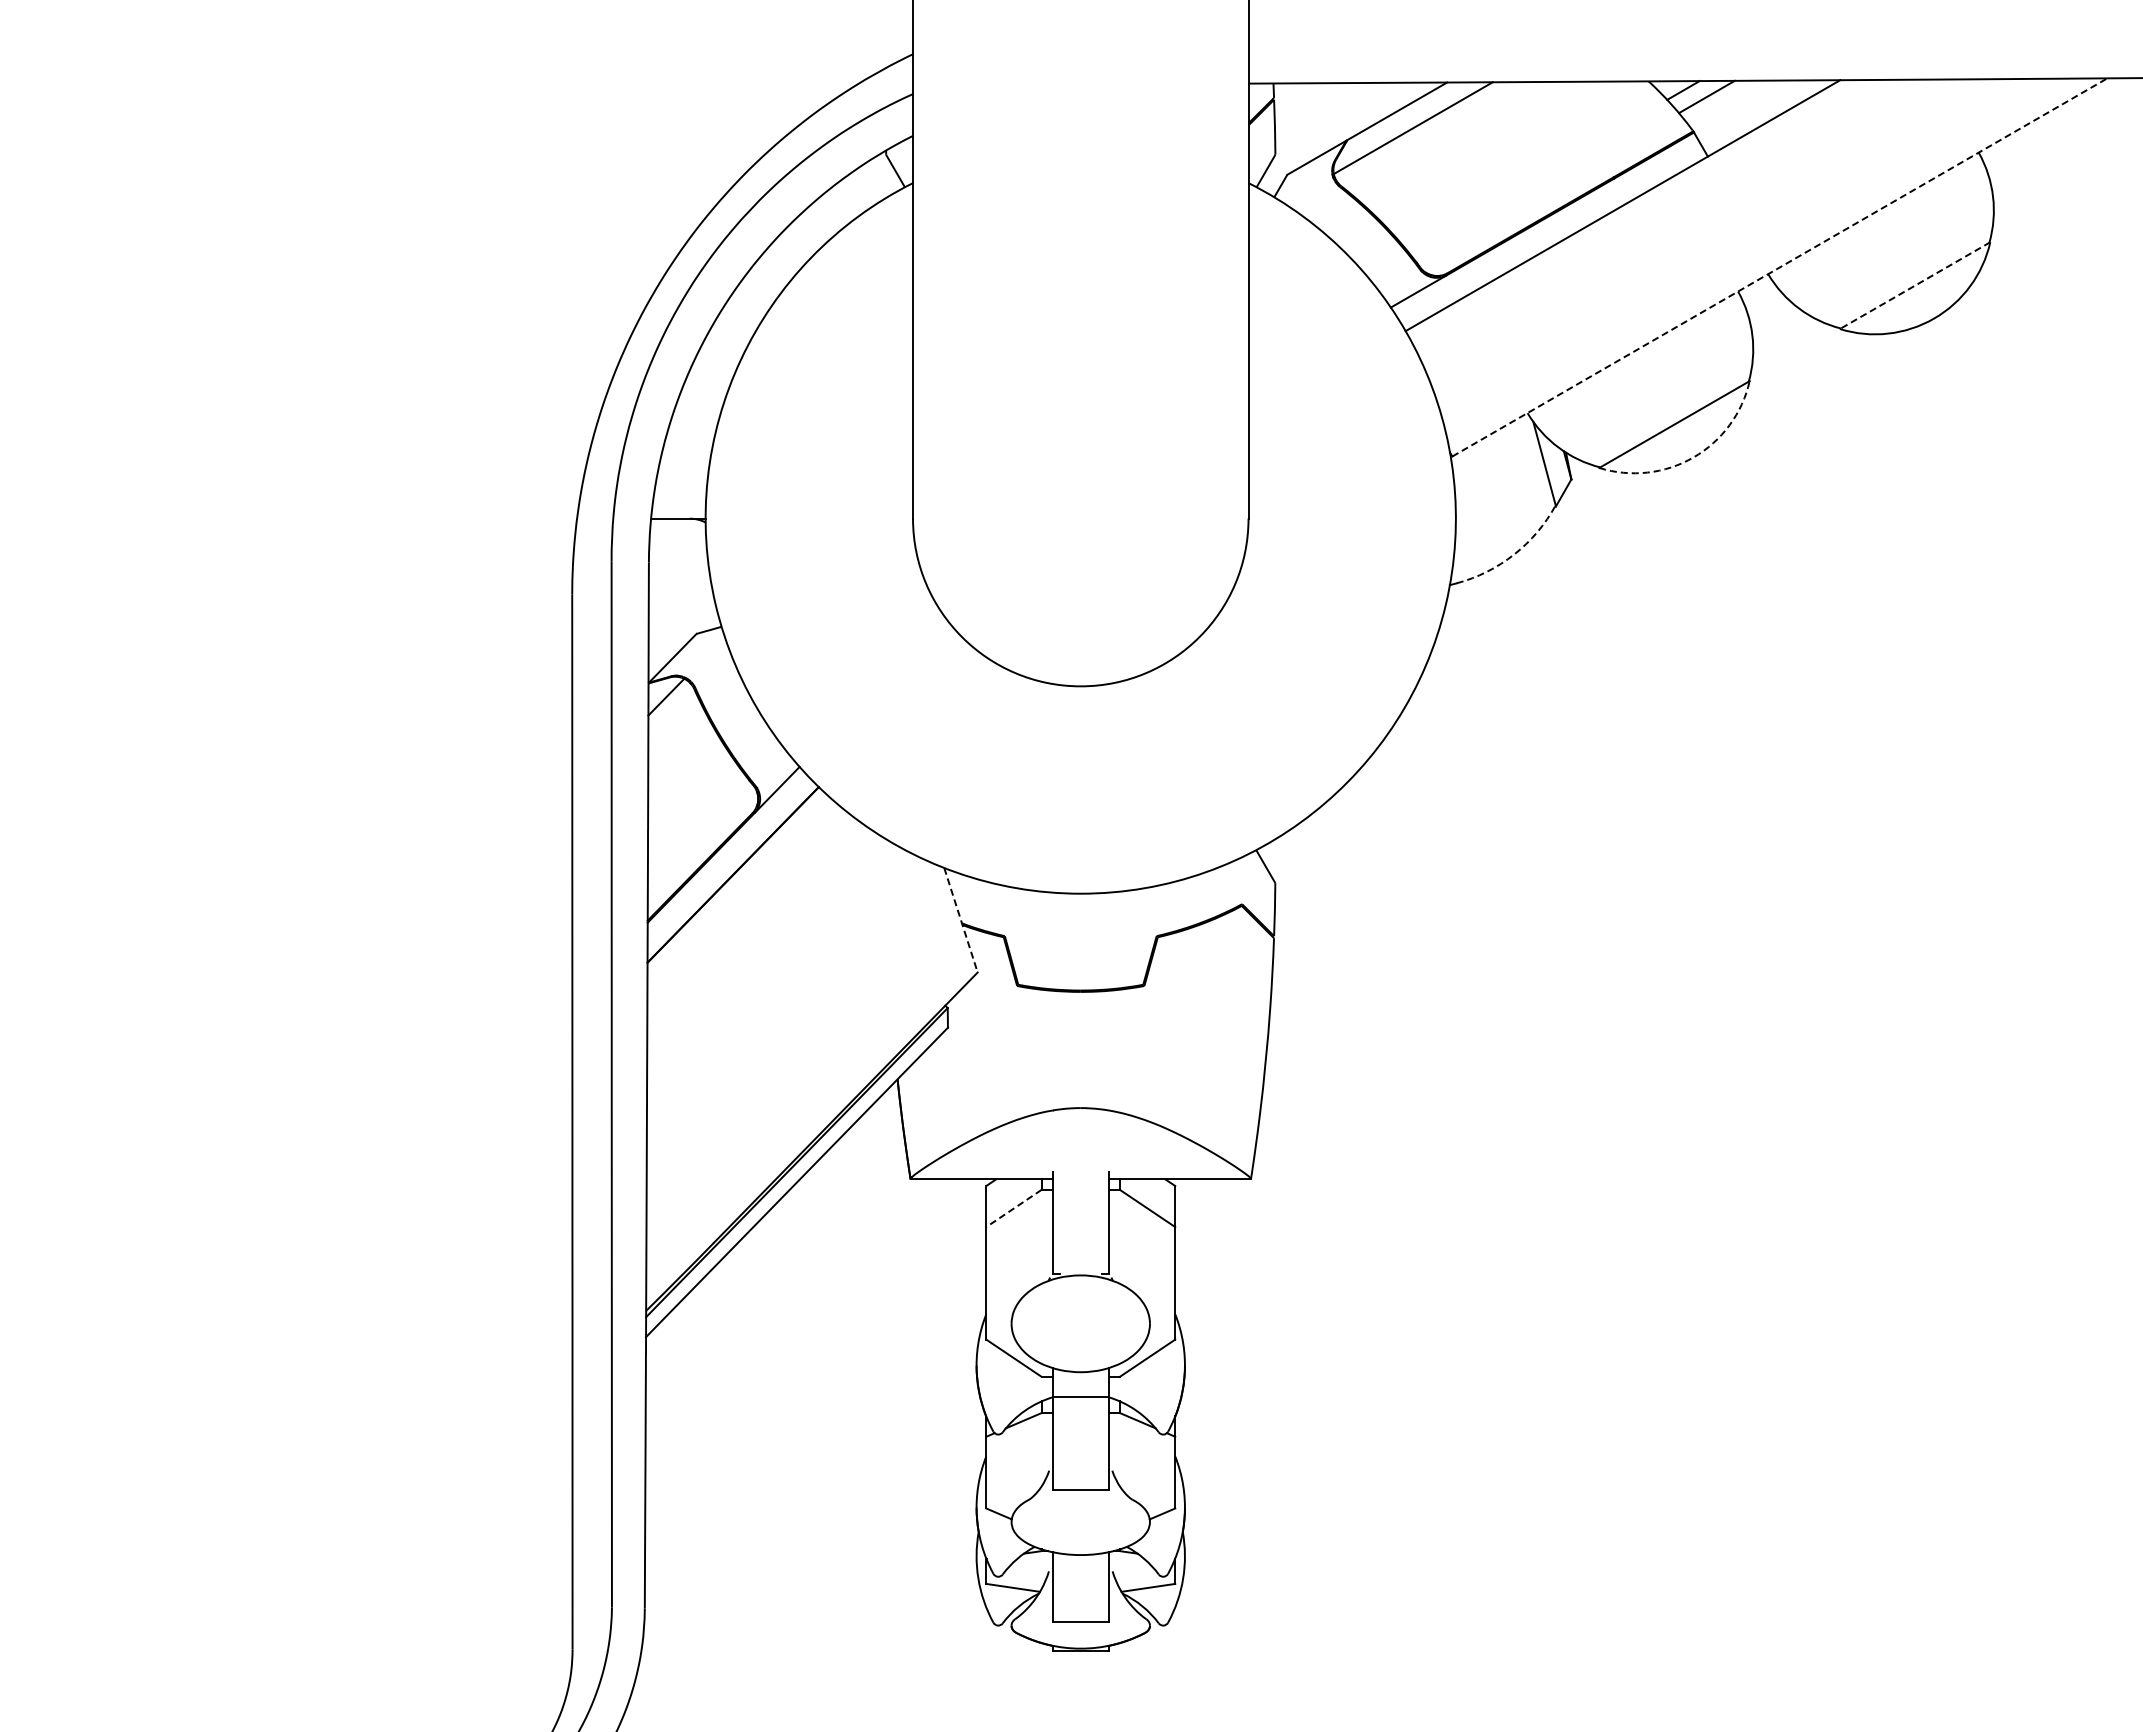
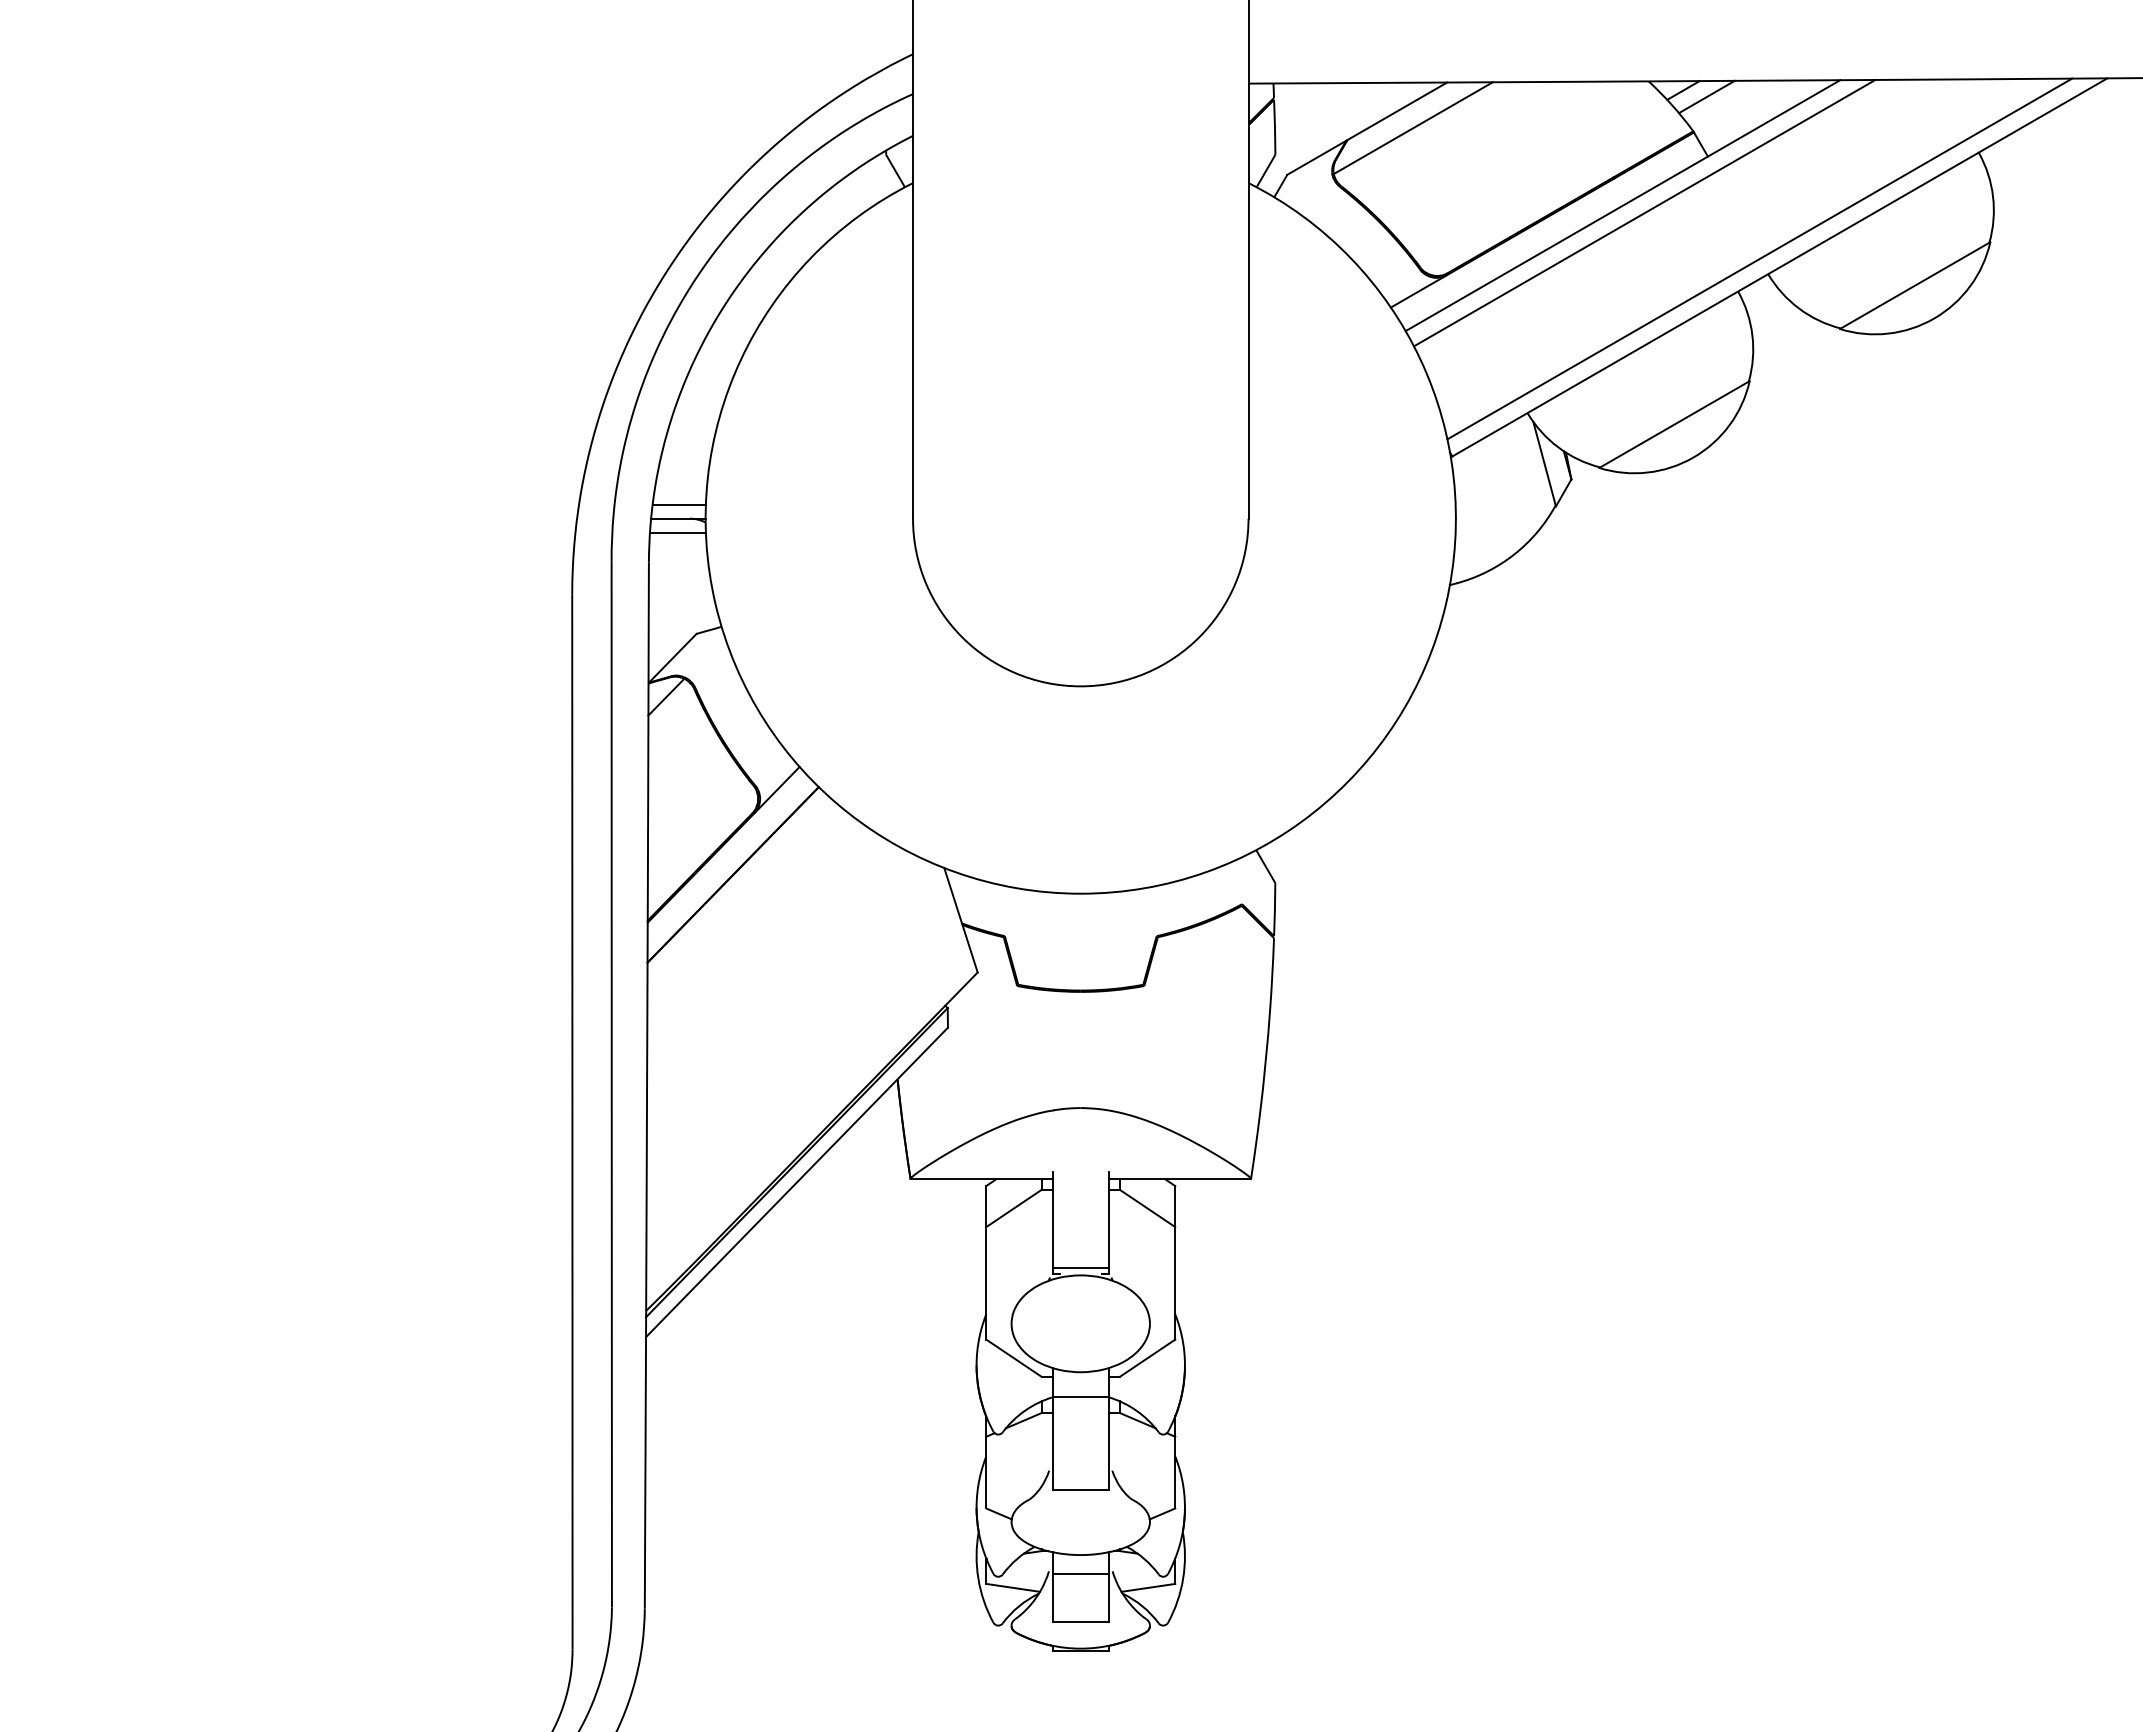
line at (1644, 213): none -> present
line at (1759, 258): none -> present
line at (1780, 267): dashed -> solid
line at (1915, 285): dashed -> solid
arc at (1693, 457): dashed -> solid
line at (678, 504): none -> present
line at (677, 532): none -> present
arc at (1514, 554): dashed -> solid
line at (960, 920): dashed -> solid
line at (1013, 1208): dashed -> solid
line at (1080, 1267): none -> present
line at (1080, 1573): none -> present
